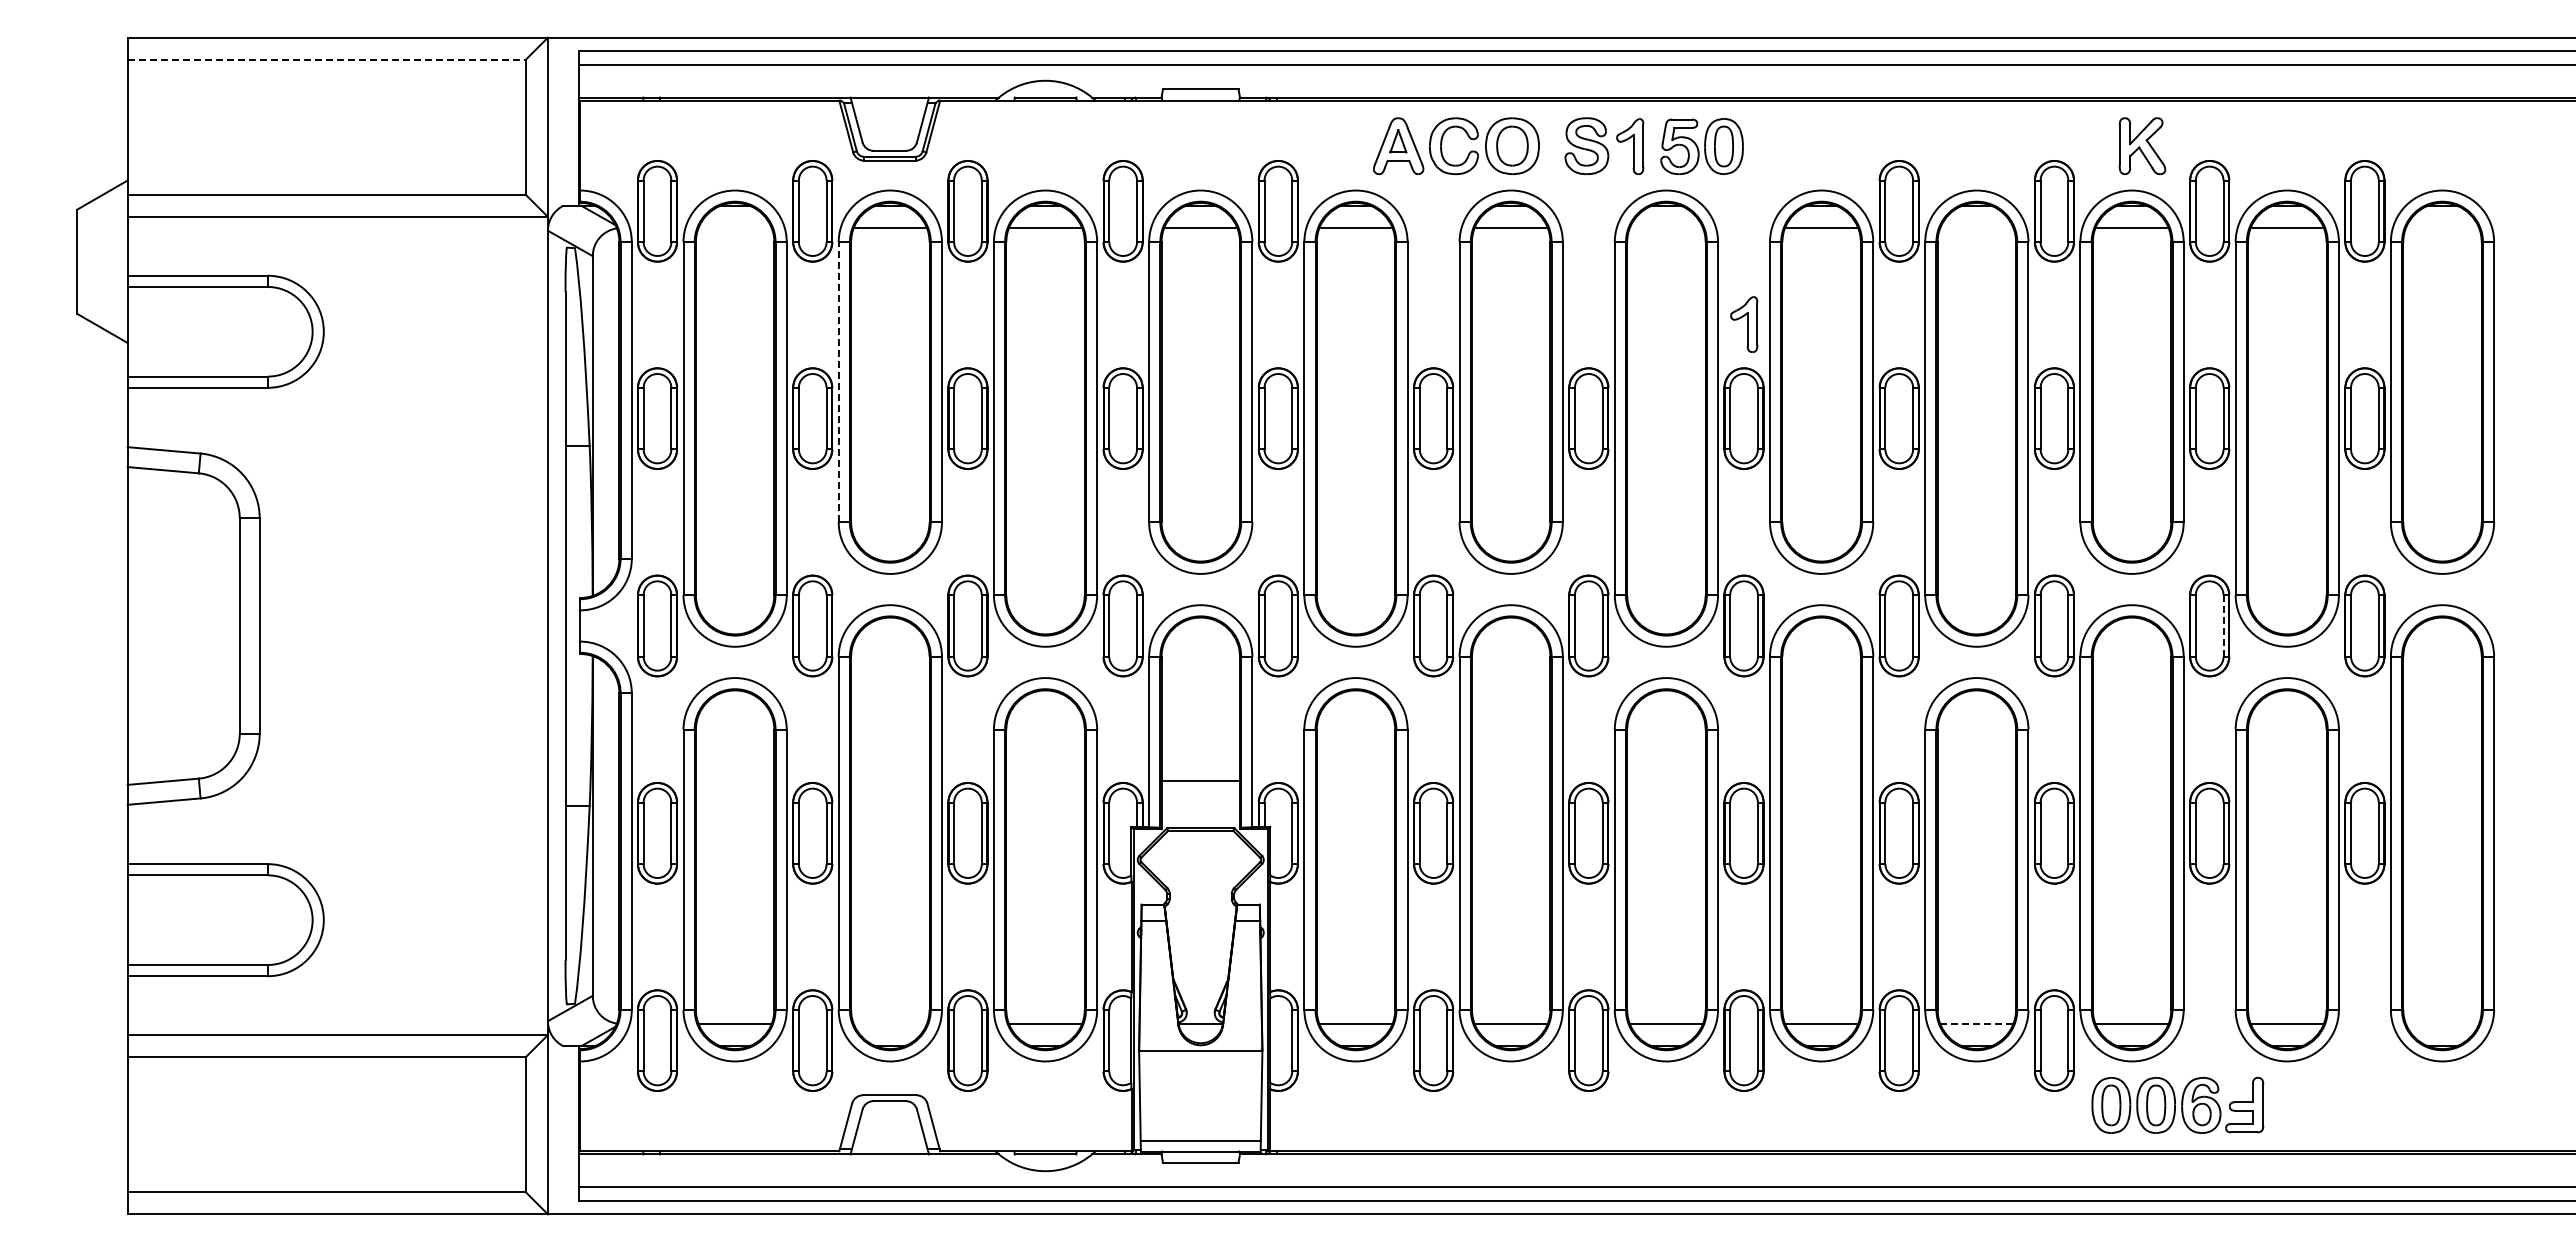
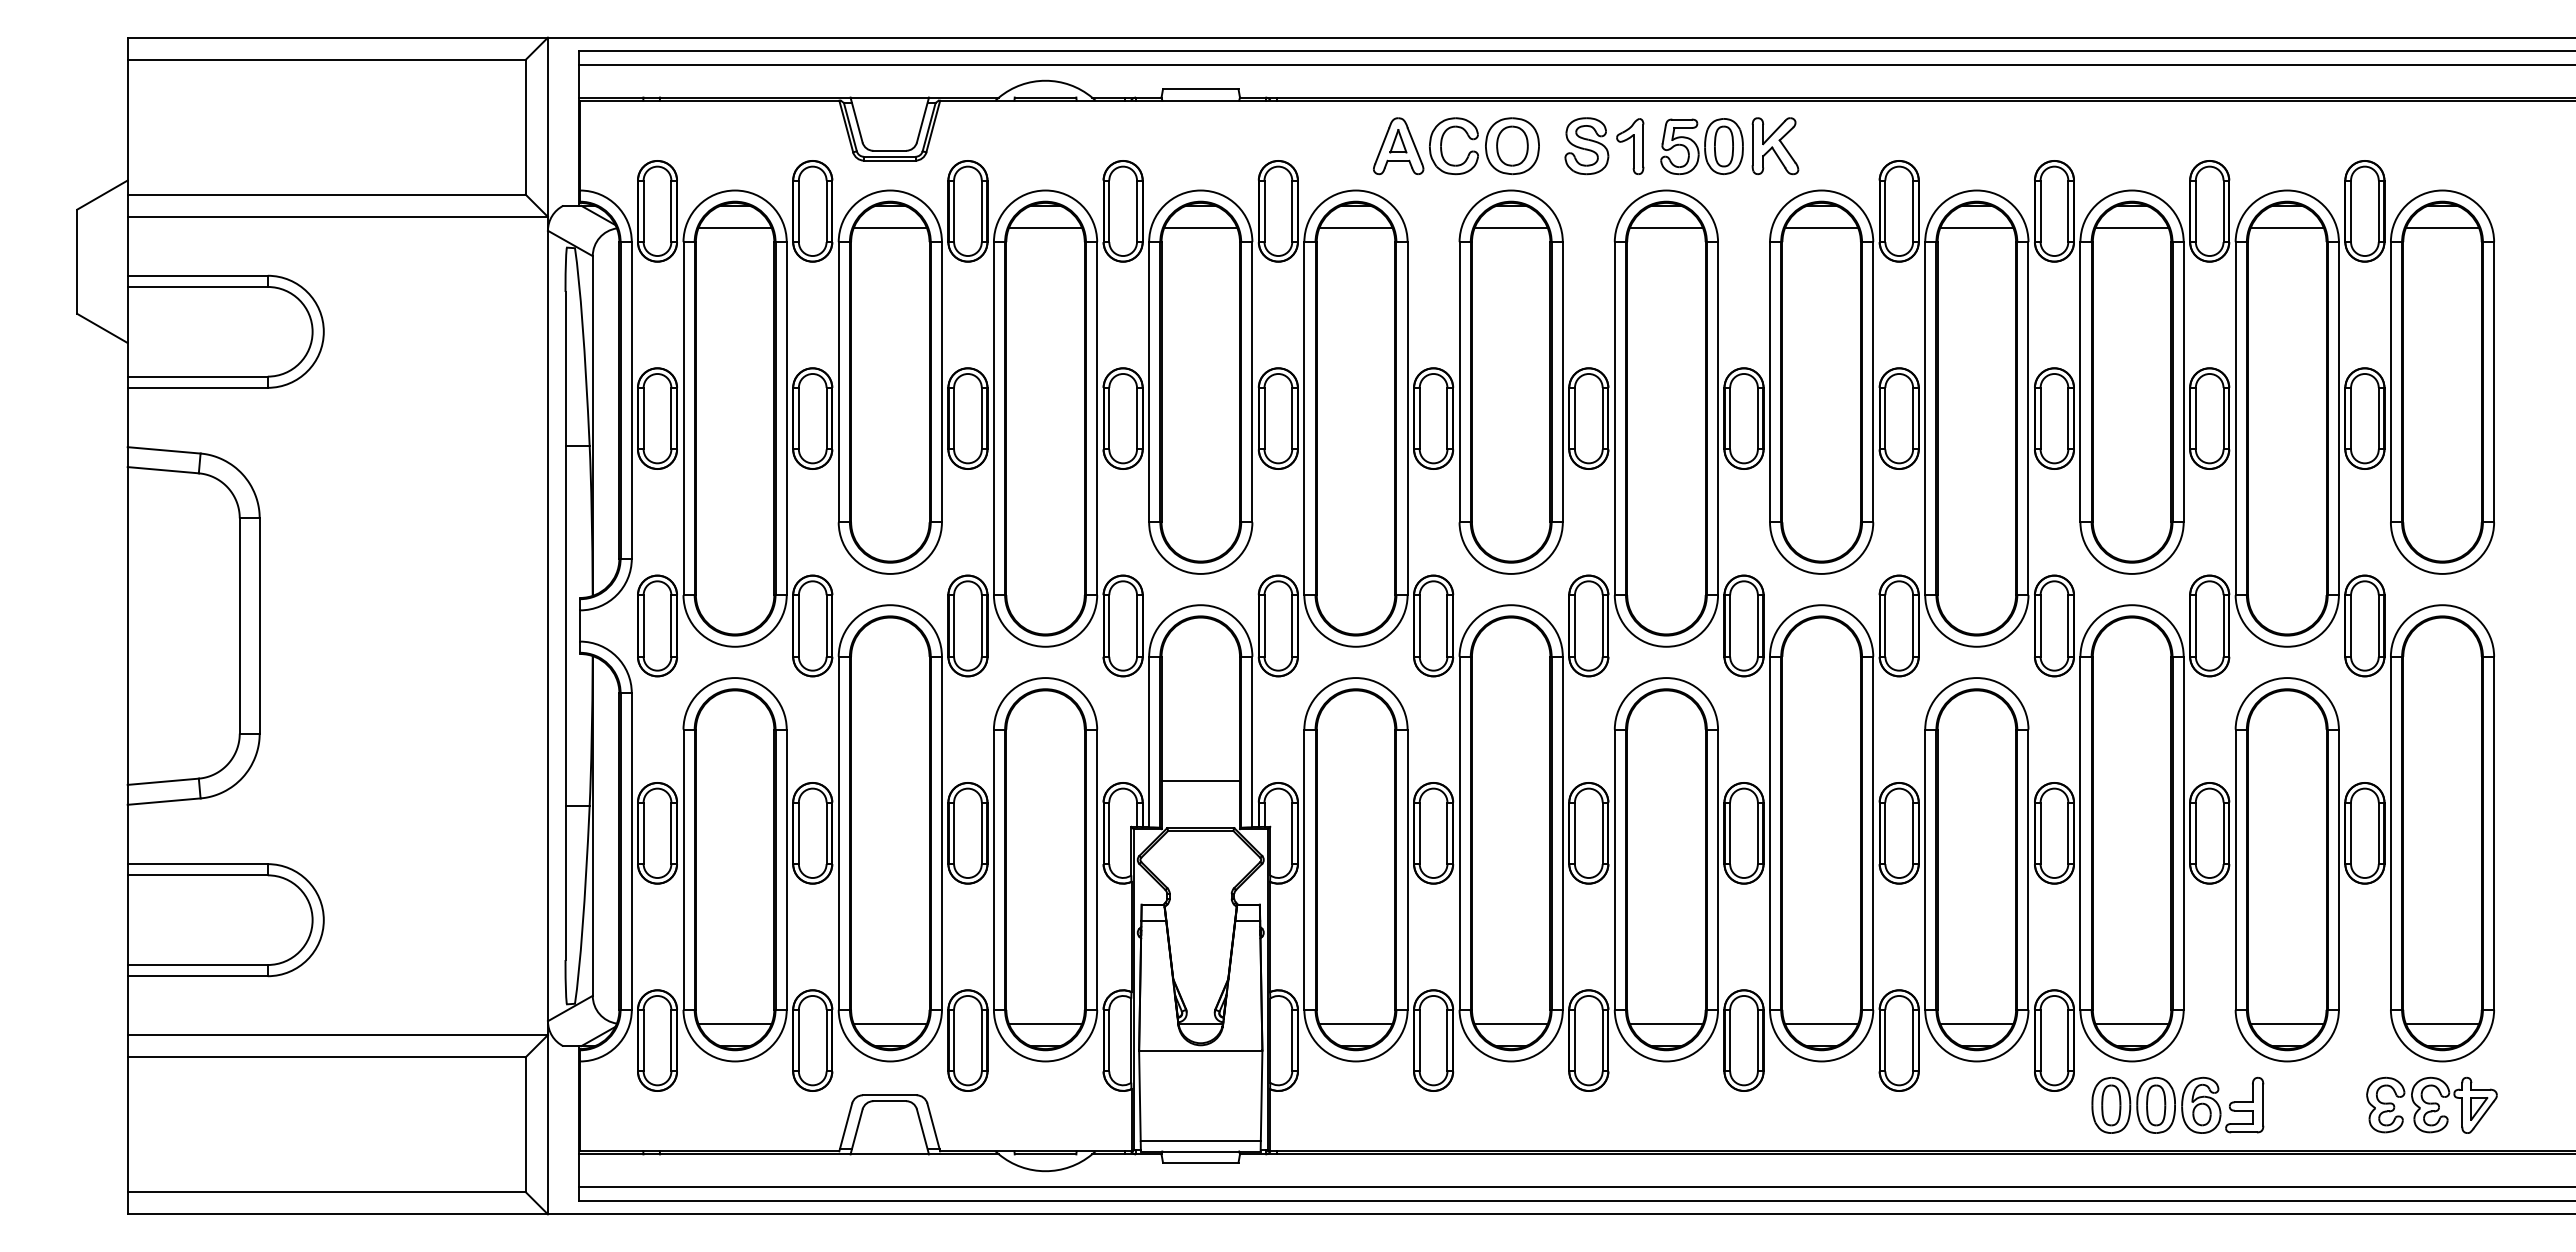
line at (326, 60): dashed -> solid
part at (2142, 146) position: (2142, 146) -> (1775, 146)
line at (734, 228): none -> present
line at (1666, 228): none -> present
line at (1976, 228): none -> present
line at (2442, 228): none -> present
part at (1744, 324): present -> none
line at (838, 381): dashed -> solid
line at (2223, 625): dashed -> solid
line at (889, 1023): none -> present
line at (1976, 1023): dashed -> solid
line at (2442, 1023): none -> present
part at (2431, 1104): none -> present
